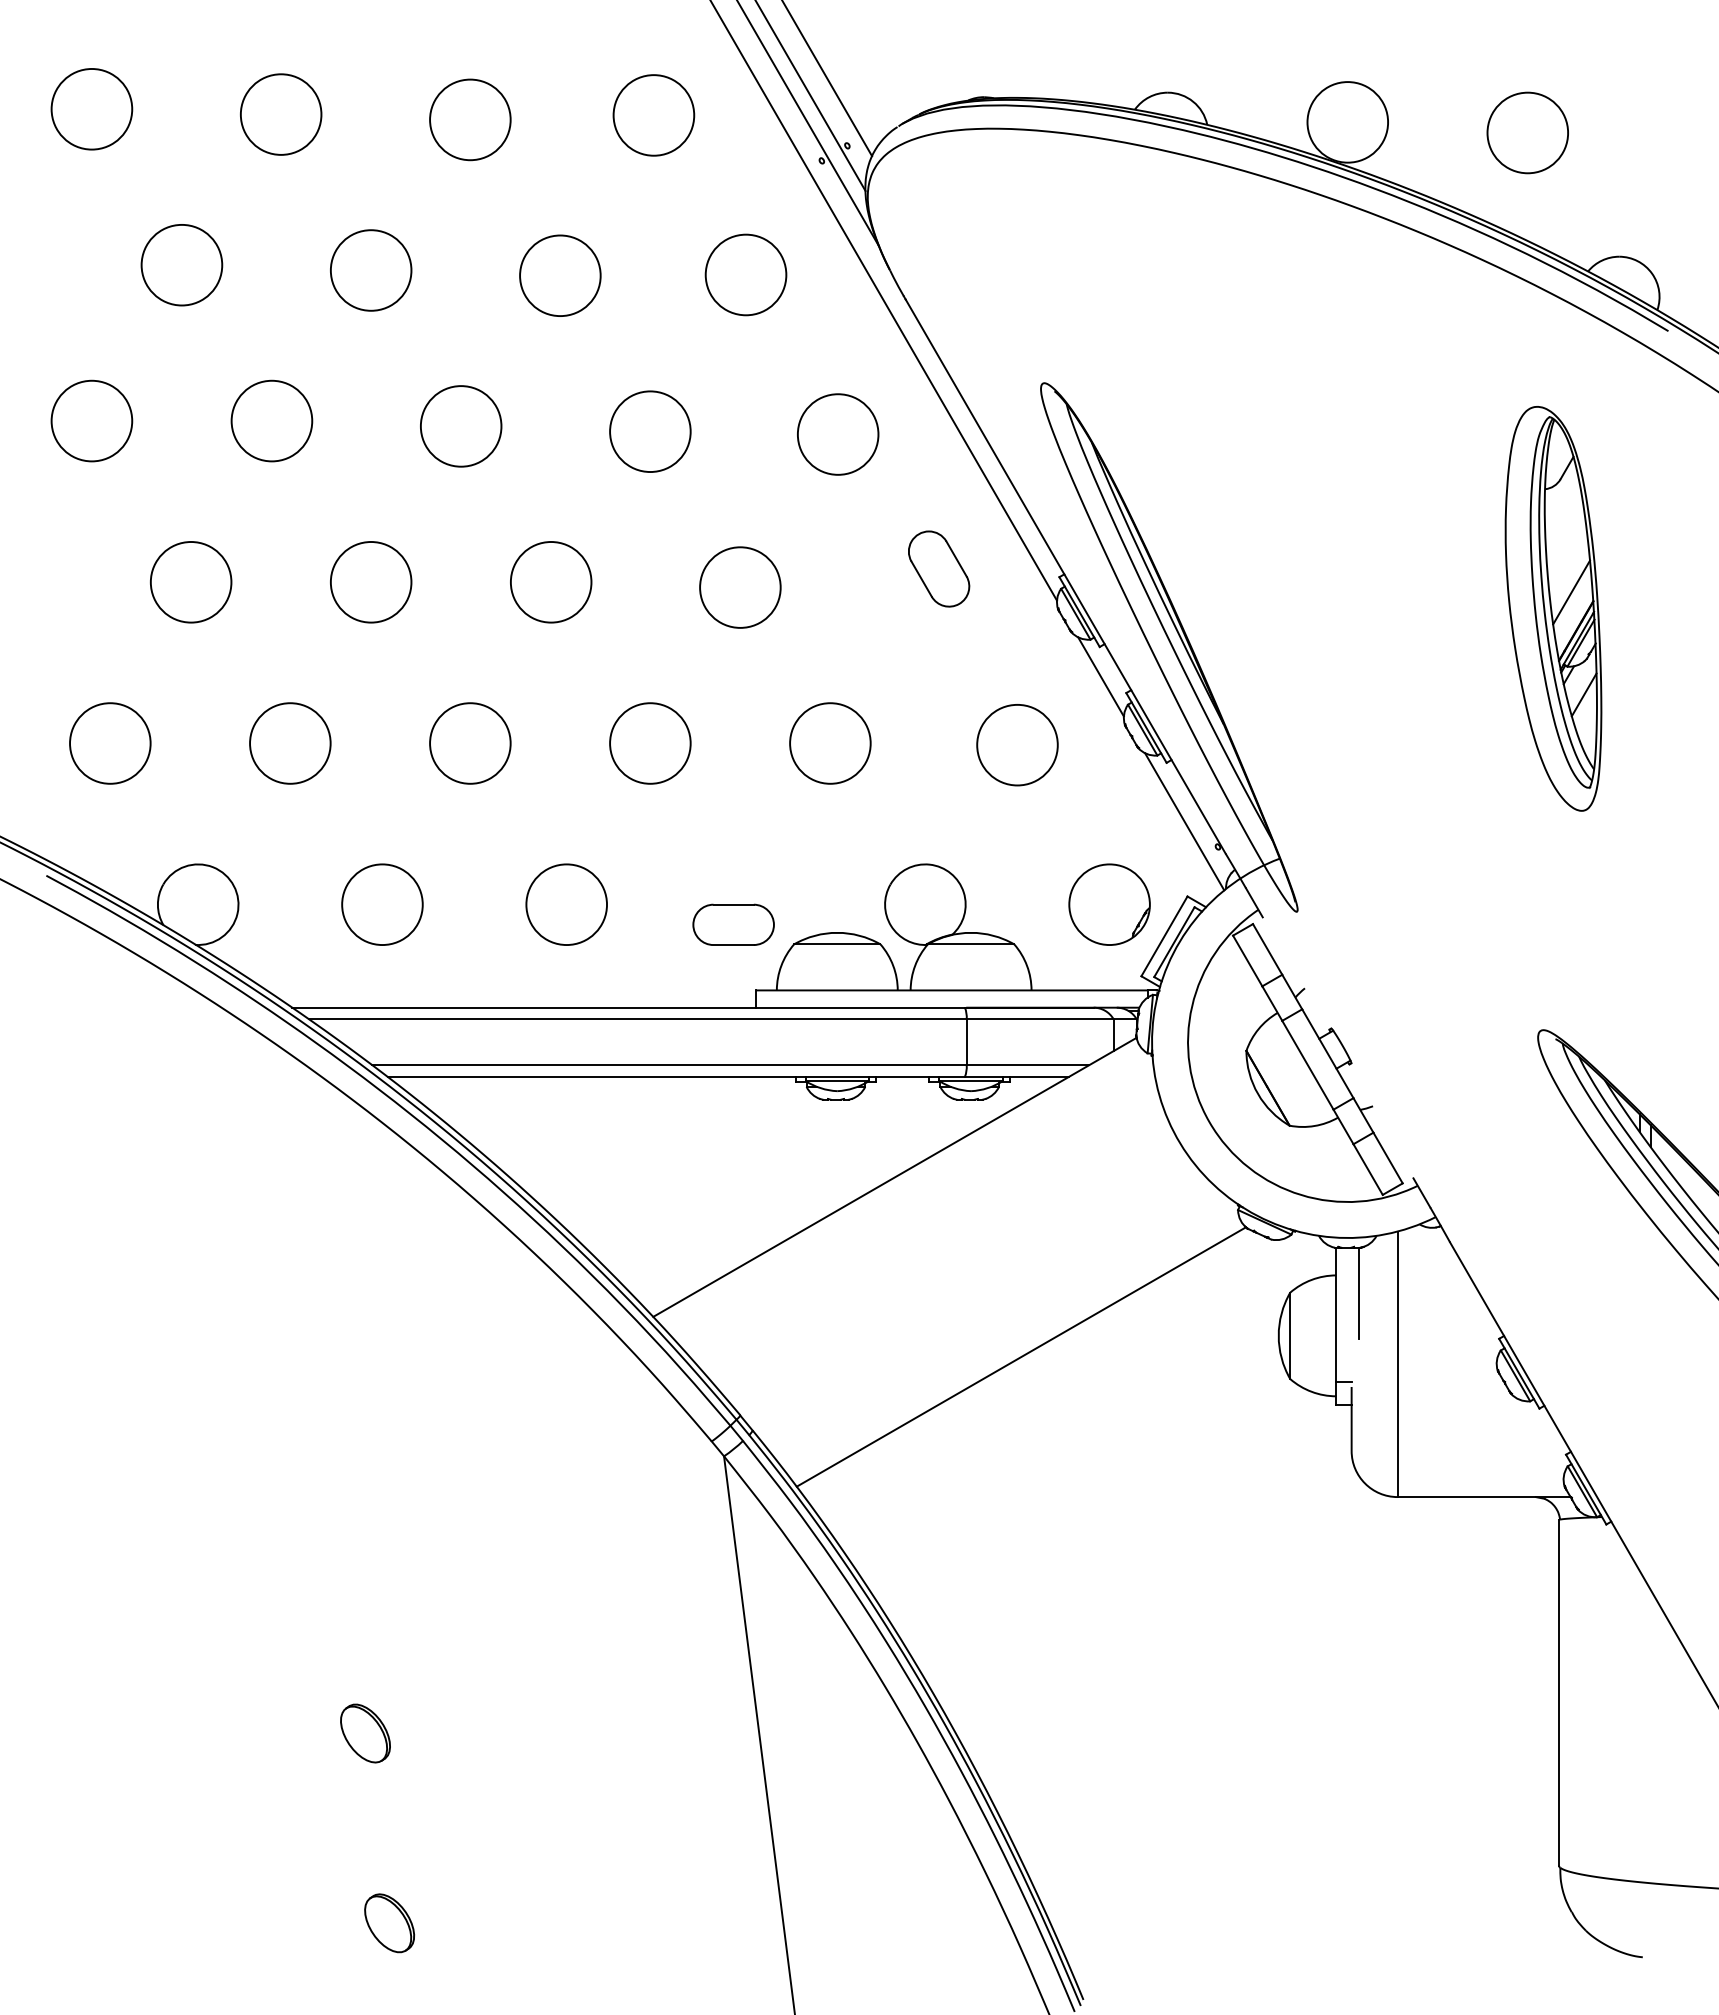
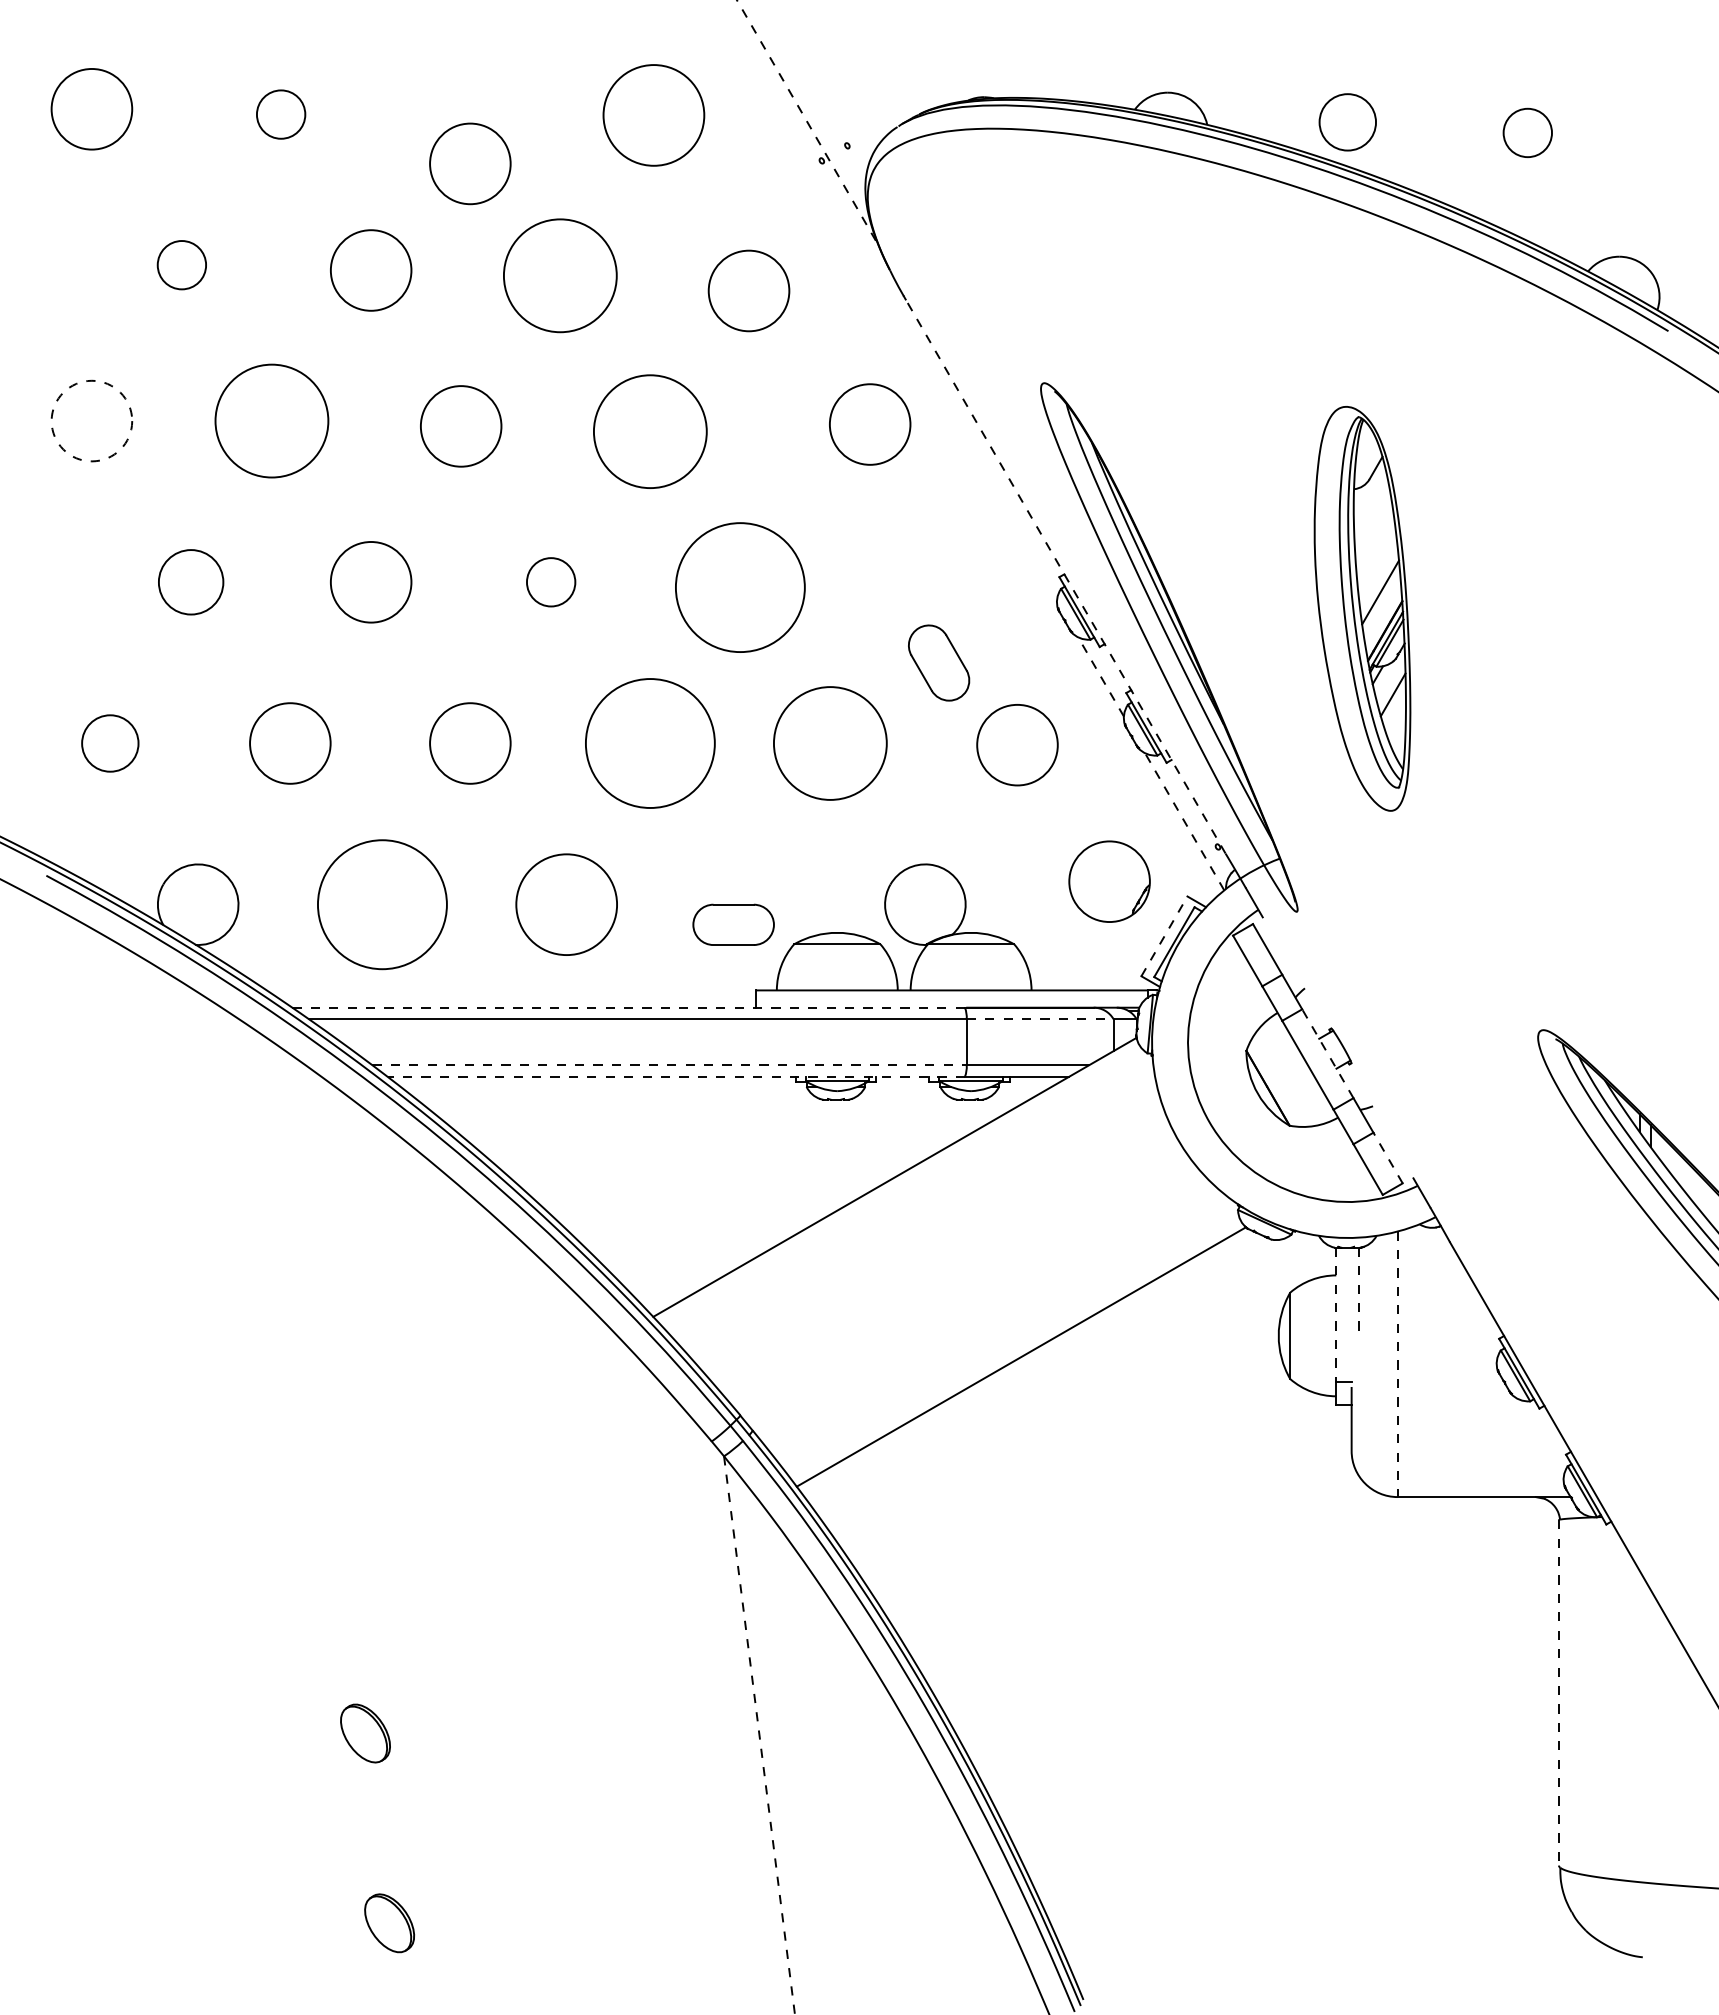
line at (827, 79): present -> none
line at (810, 96): present -> none
circle at (280, 114) diameter: 81 px -> 48 px
circle at (653, 115) diameter: 81 px -> 101 px
circle at (470, 119) position: (470, 119) -> (470, 163)
circle at (1347, 122) diameter: 81 px -> 56 px
line at (807, 123): solid -> dashed
circle at (1527, 132) diameter: 81 px -> 48 px
circle at (181, 264) diameter: 81 px -> 48 px
circle at (745, 274) position: (745, 274) -> (748, 290)
circle at (560, 275) diameter: 81 px -> 113 px
line at (884, 301): present -> none
circle at (91, 420): solid -> dashed
circle at (271, 420) diameter: 81 px -> 113 px
circle at (650, 431) diameter: 81 px -> 113 px
circle at (838, 434) position: (838, 434) -> (870, 424)
part at (939, 568) position: (939, 568) -> (939, 662)
line at (1065, 576): solid -> dashed
circle at (190, 582) diameter: 81 px -> 64 px
circle at (550, 582) diameter: 81 px -> 48 px
circle at (740, 587) diameter: 81 px -> 129 px
part at (1553, 608) position: (1553, 608) -> (1362, 608)
line at (1101, 676): solid -> dashed
circle at (110, 743) diameter: 81 px -> 56 px
circle at (650, 743) diameter: 81 px -> 129 px
circle at (830, 743) diameter: 81 px -> 113 px
line at (1184, 821): solid -> dashed
circle at (382, 904) diameter: 81 px -> 129 px
circle at (566, 904) diameter: 81 px -> 101 px
part at (1109, 904) position: (1109, 904) -> (1109, 881)
line at (1164, 935): solid -> dashed
line at (629, 1007): solid -> dashed
line at (1040, 1019): solid -> dashed
line at (1327, 1053): solid -> dashed
line at (670, 1065): solid -> dashed
line at (676, 1076): solid -> dashed
line at (1387, 1157): solid -> dashed
line at (1359, 1293): solid -> dashed
line at (1336, 1315): solid -> dashed
line at (1397, 1364): solid -> dashed
line at (1558, 1692): solid -> dashed
line at (759, 1735): solid -> dashed
